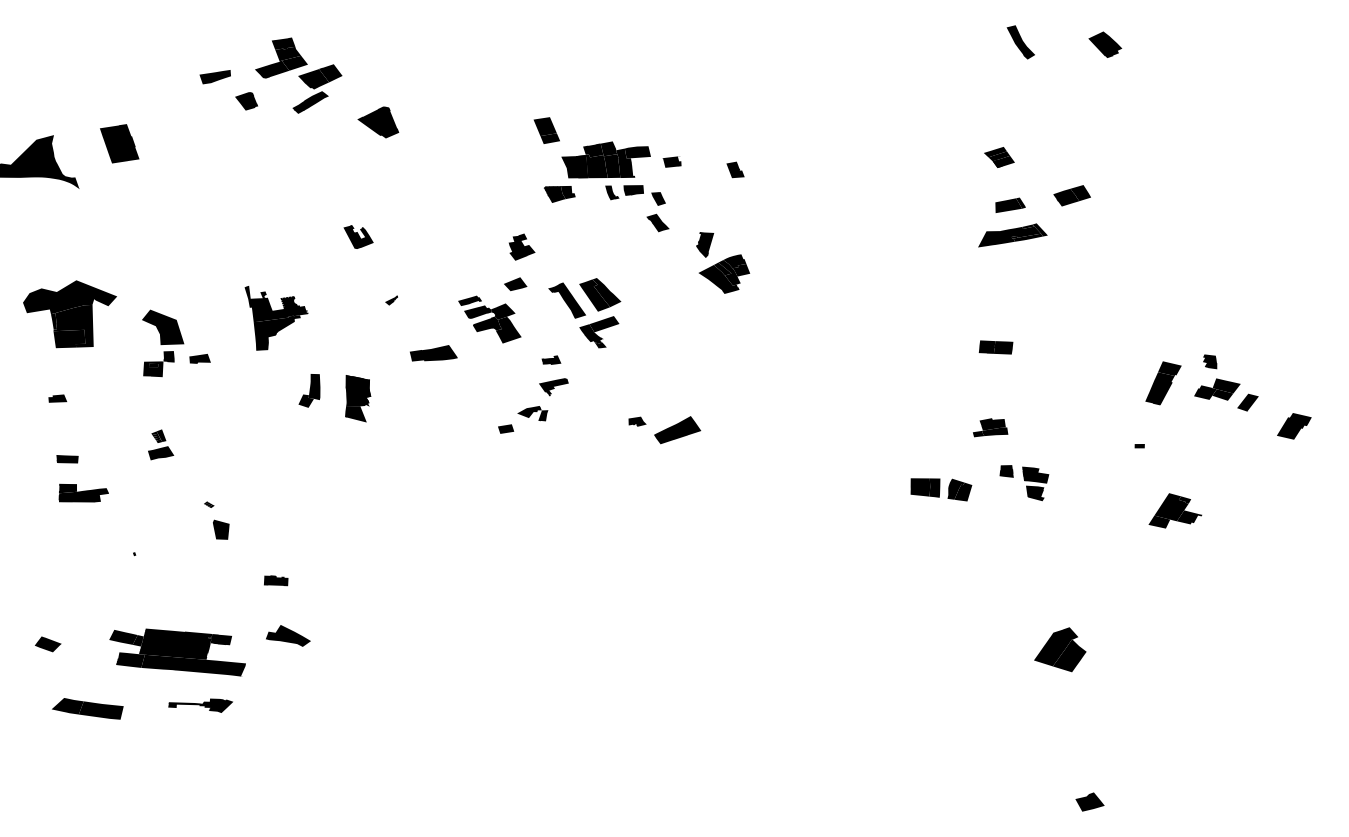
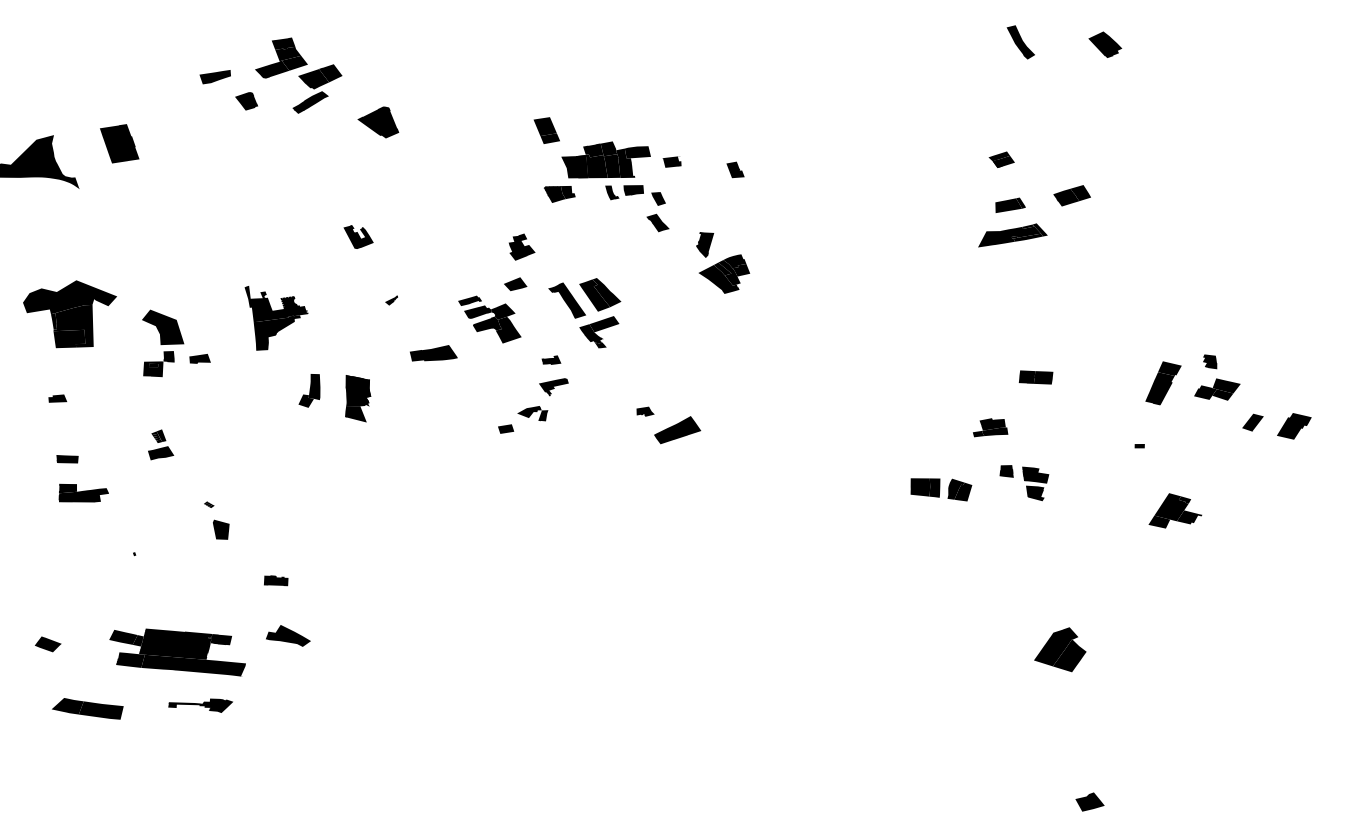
fill at (995, 151): present -> none
part at (995, 347) position: (995, 347) -> (1035, 377)
part at (1247, 402) position: (1247, 402) -> (1252, 422)
part at (637, 421) position: (637, 421) -> (645, 411)
